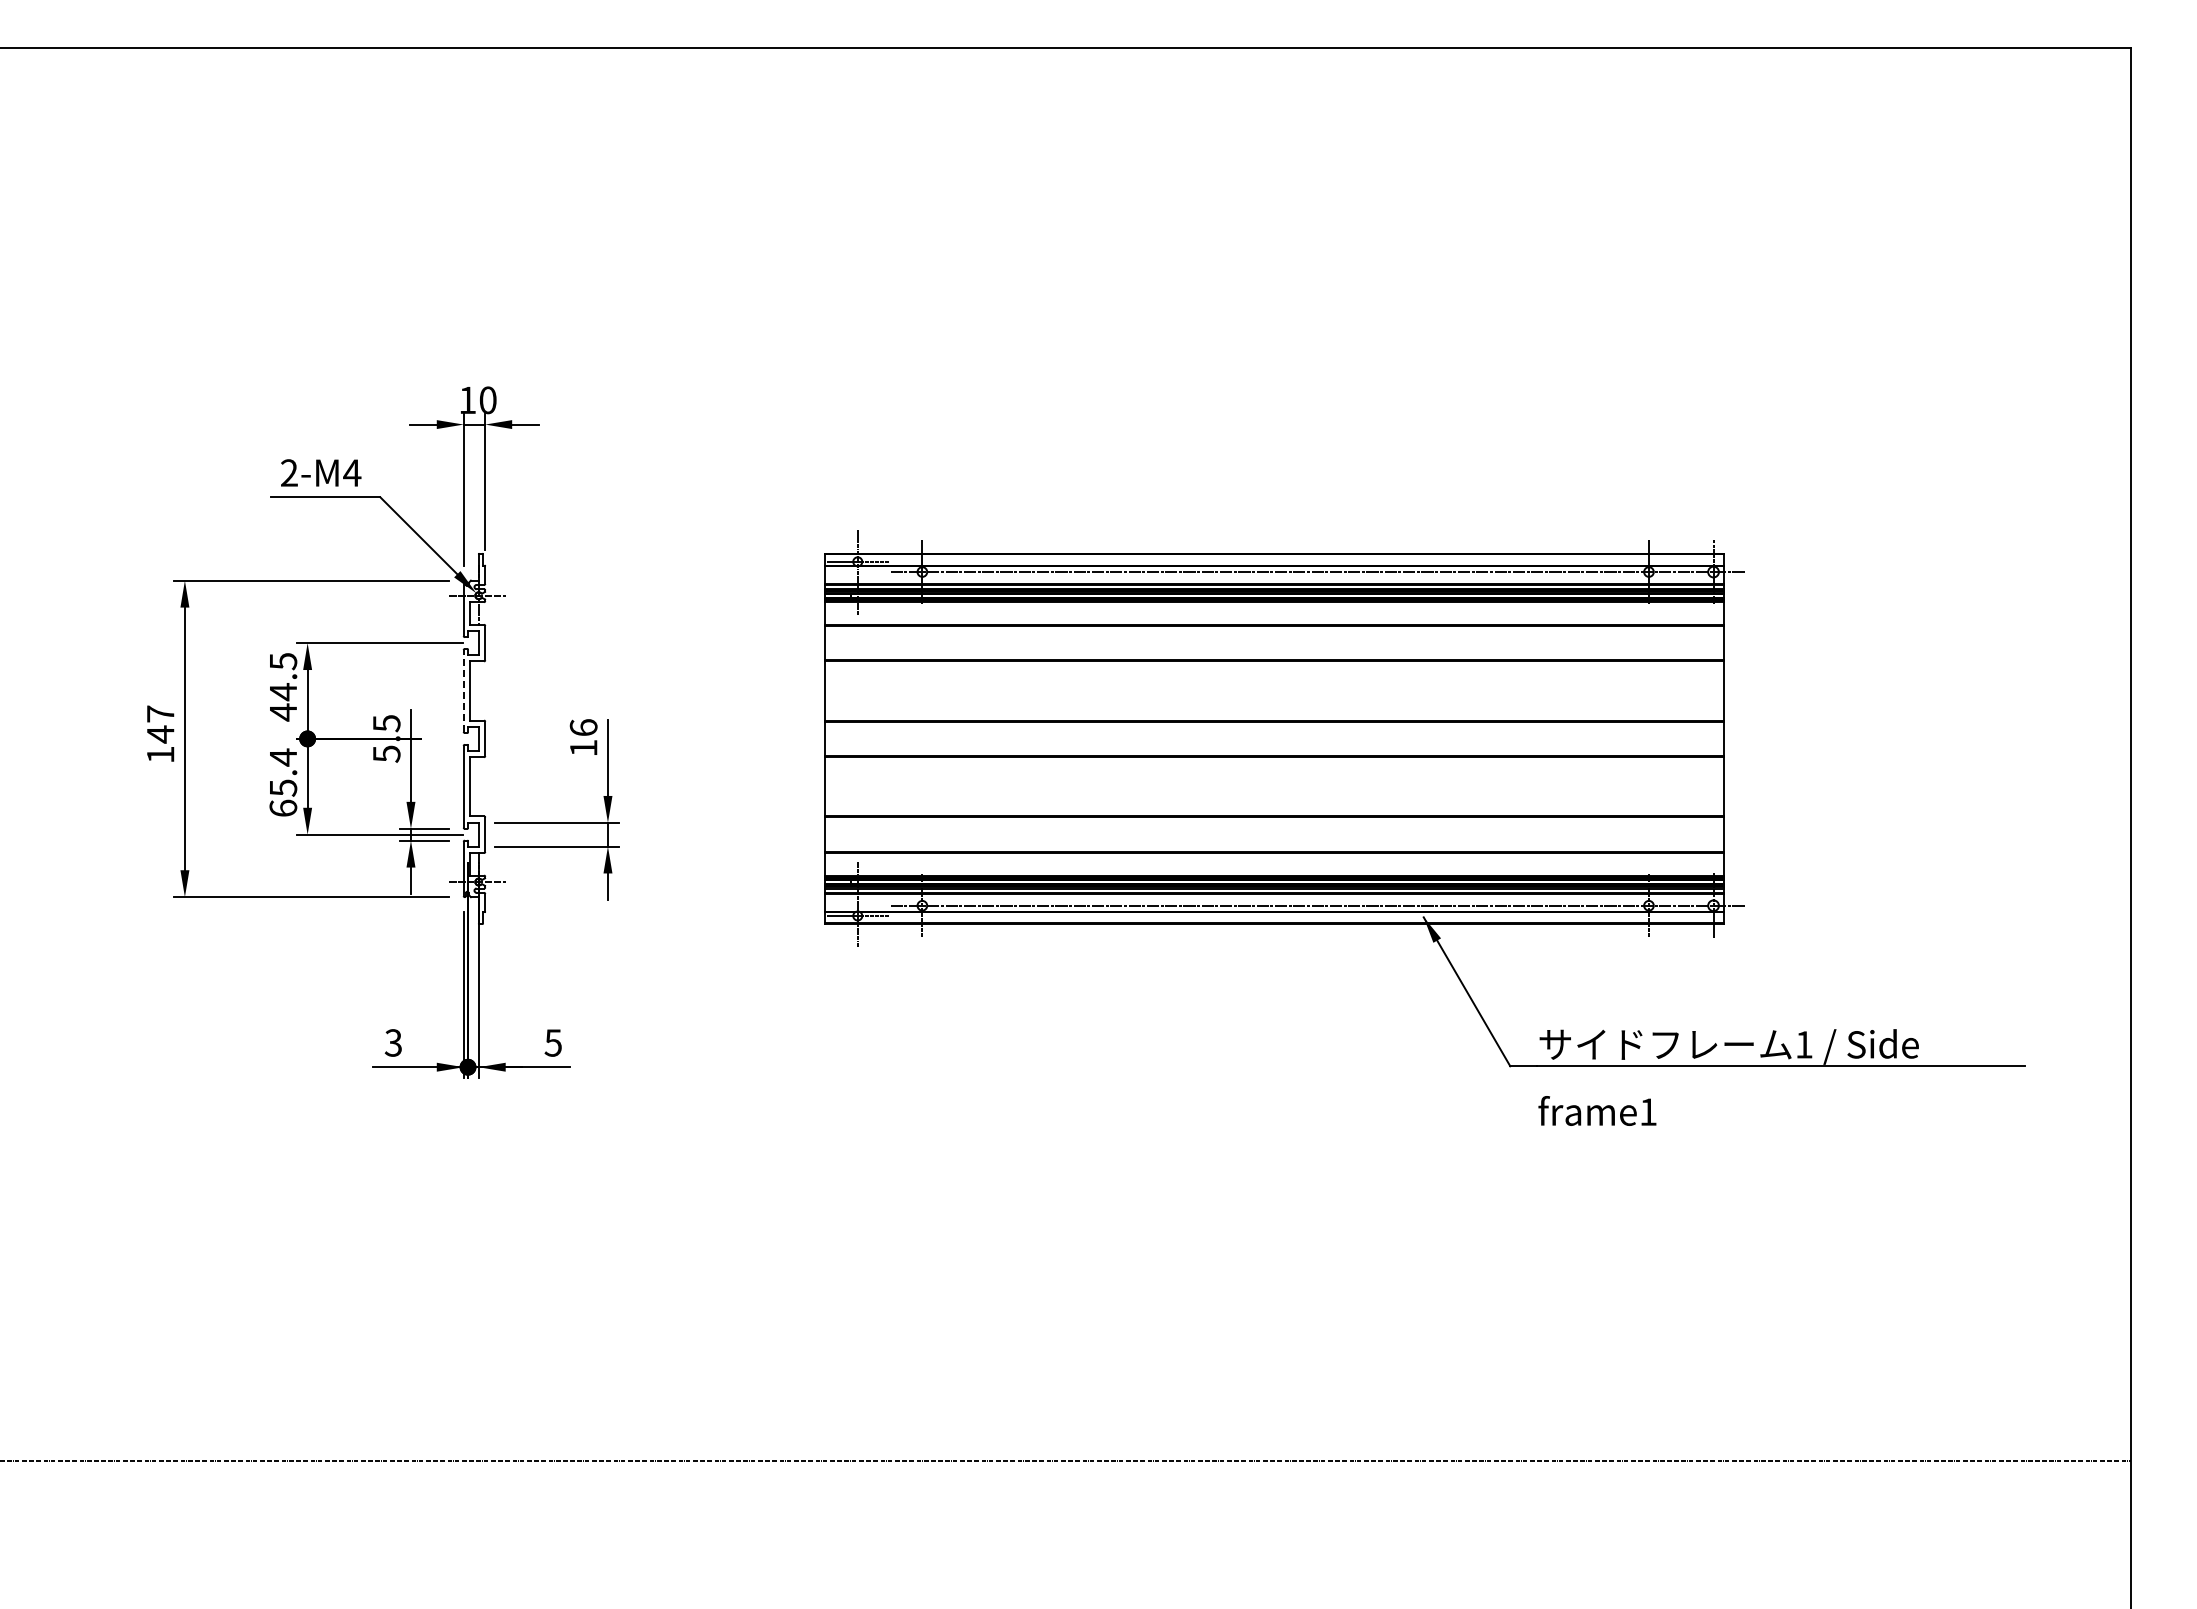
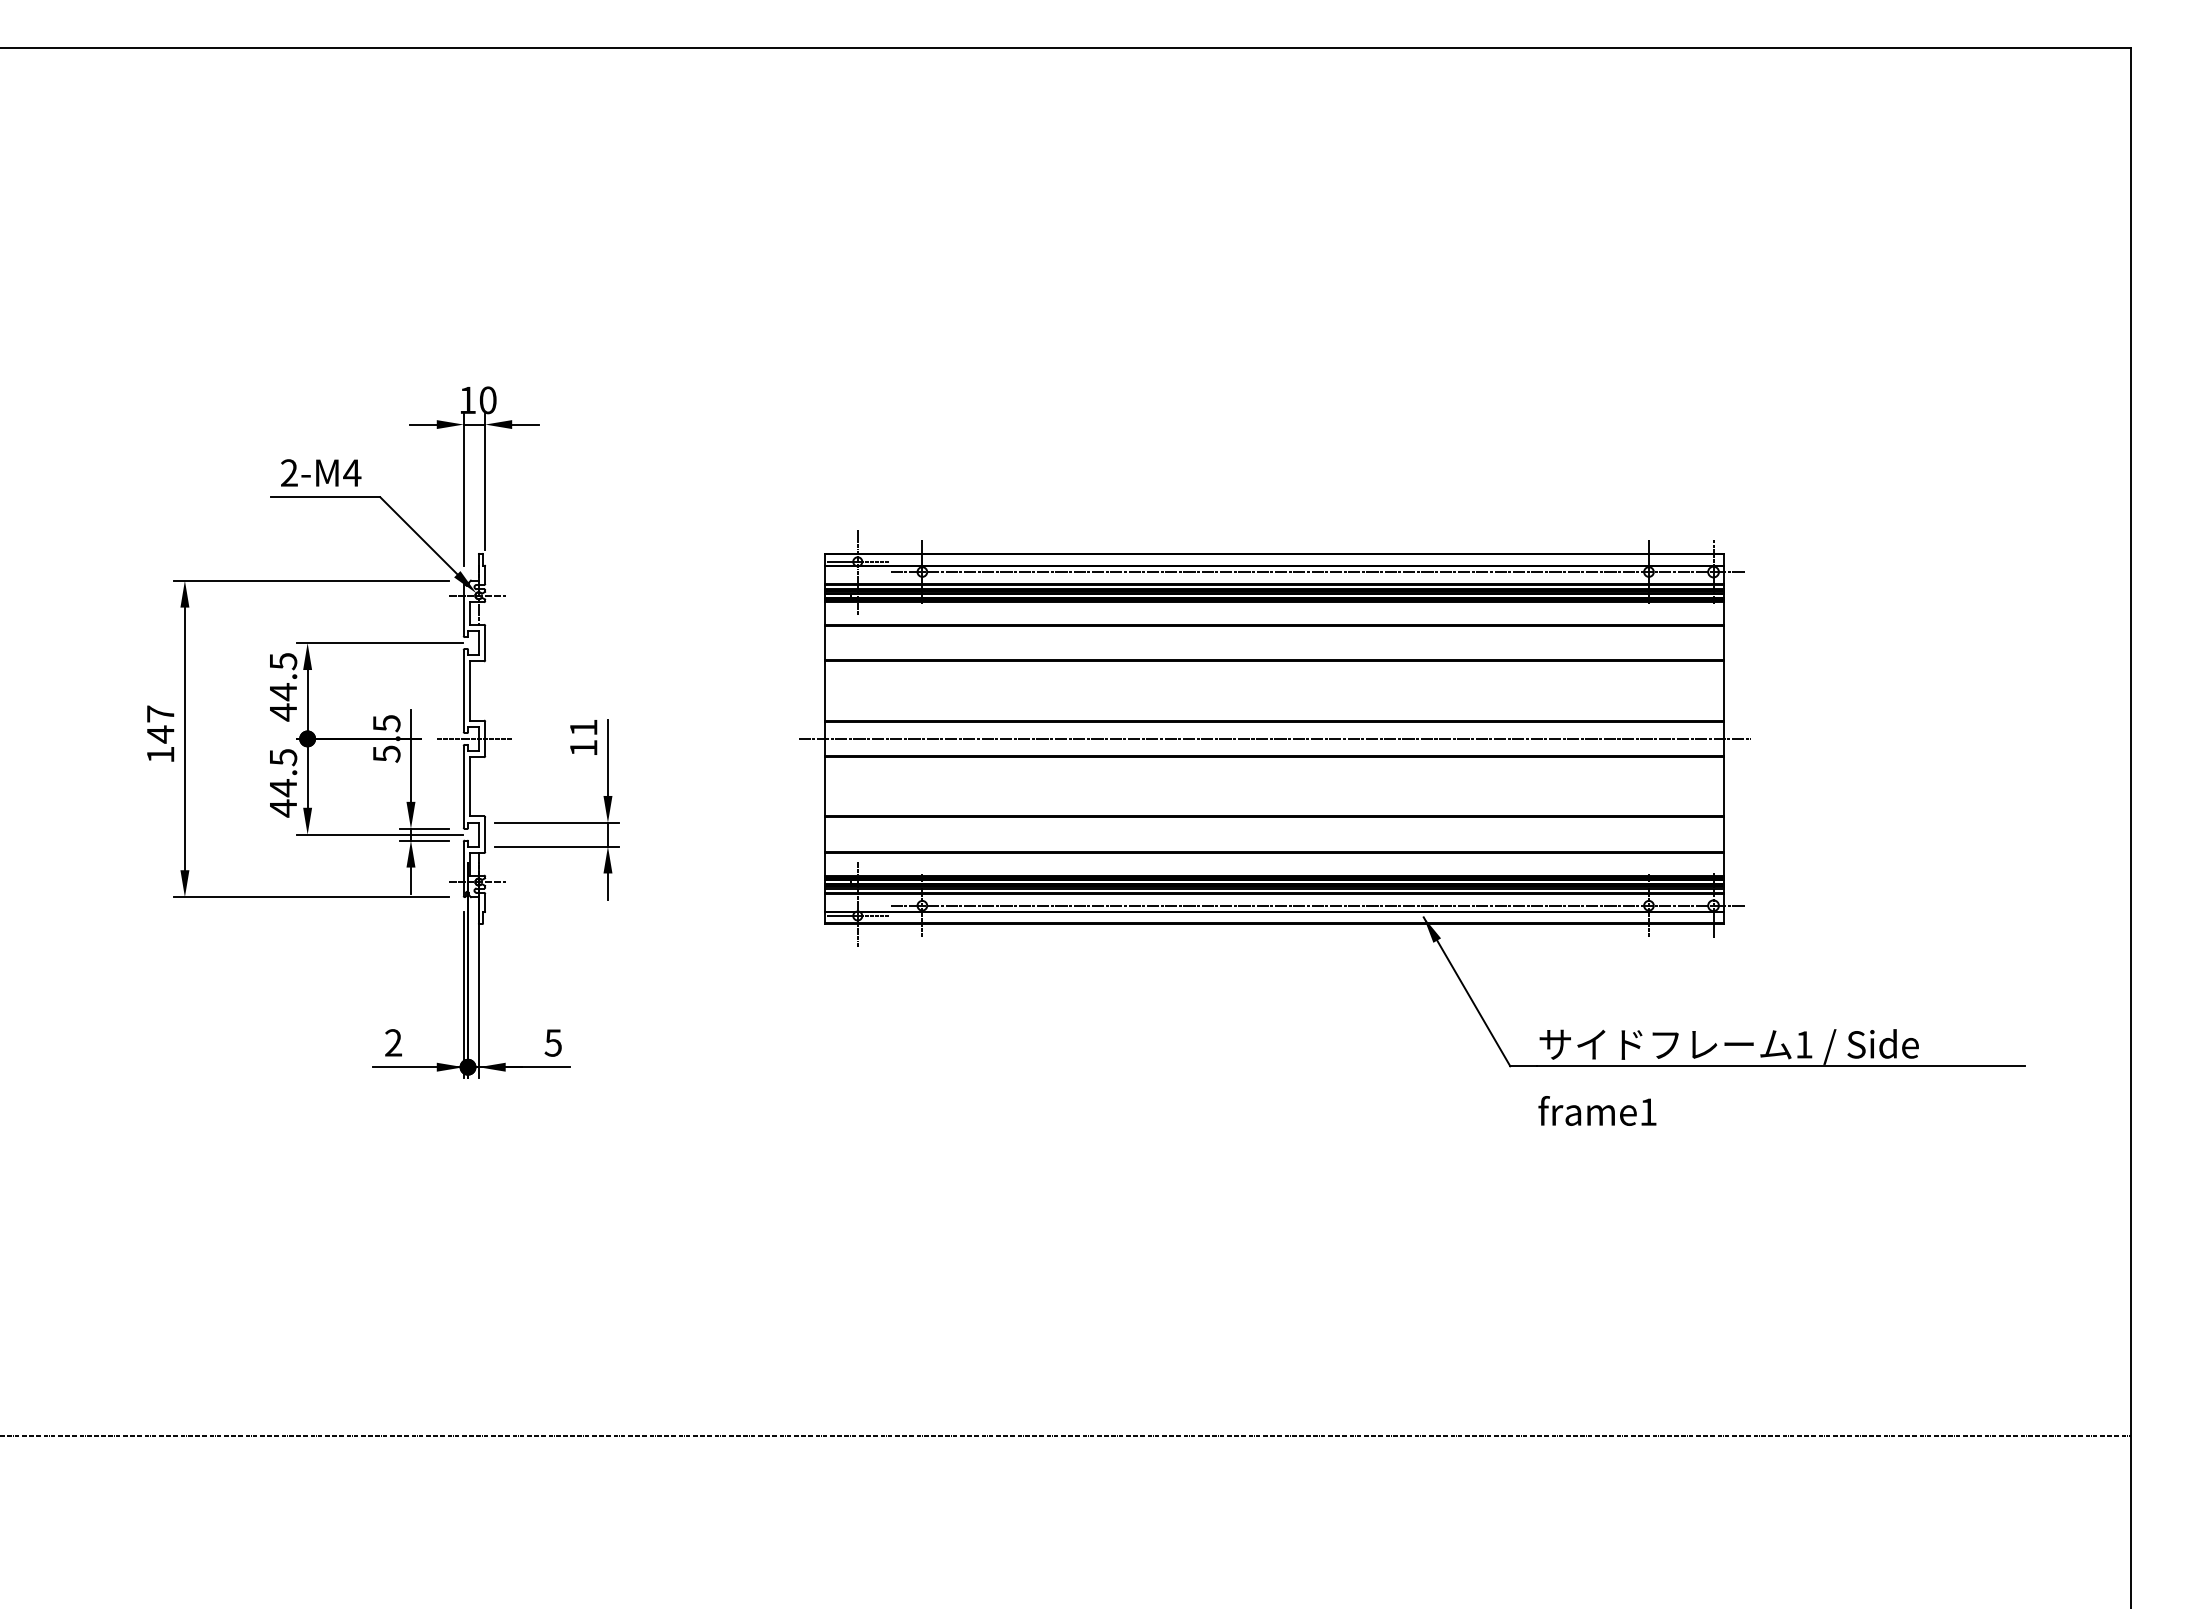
line at (463, 691): dashed -> solid
text at (583, 727): 16 -> 11
line at (474, 738): none -> present
line at (1274, 738): none -> present
text at (283, 782): 65.4 -> 44.5
text at (392, 1042): 3 -> 2
line at (1066, 1461) position: (1066, 1461) -> (1066, 1436)
